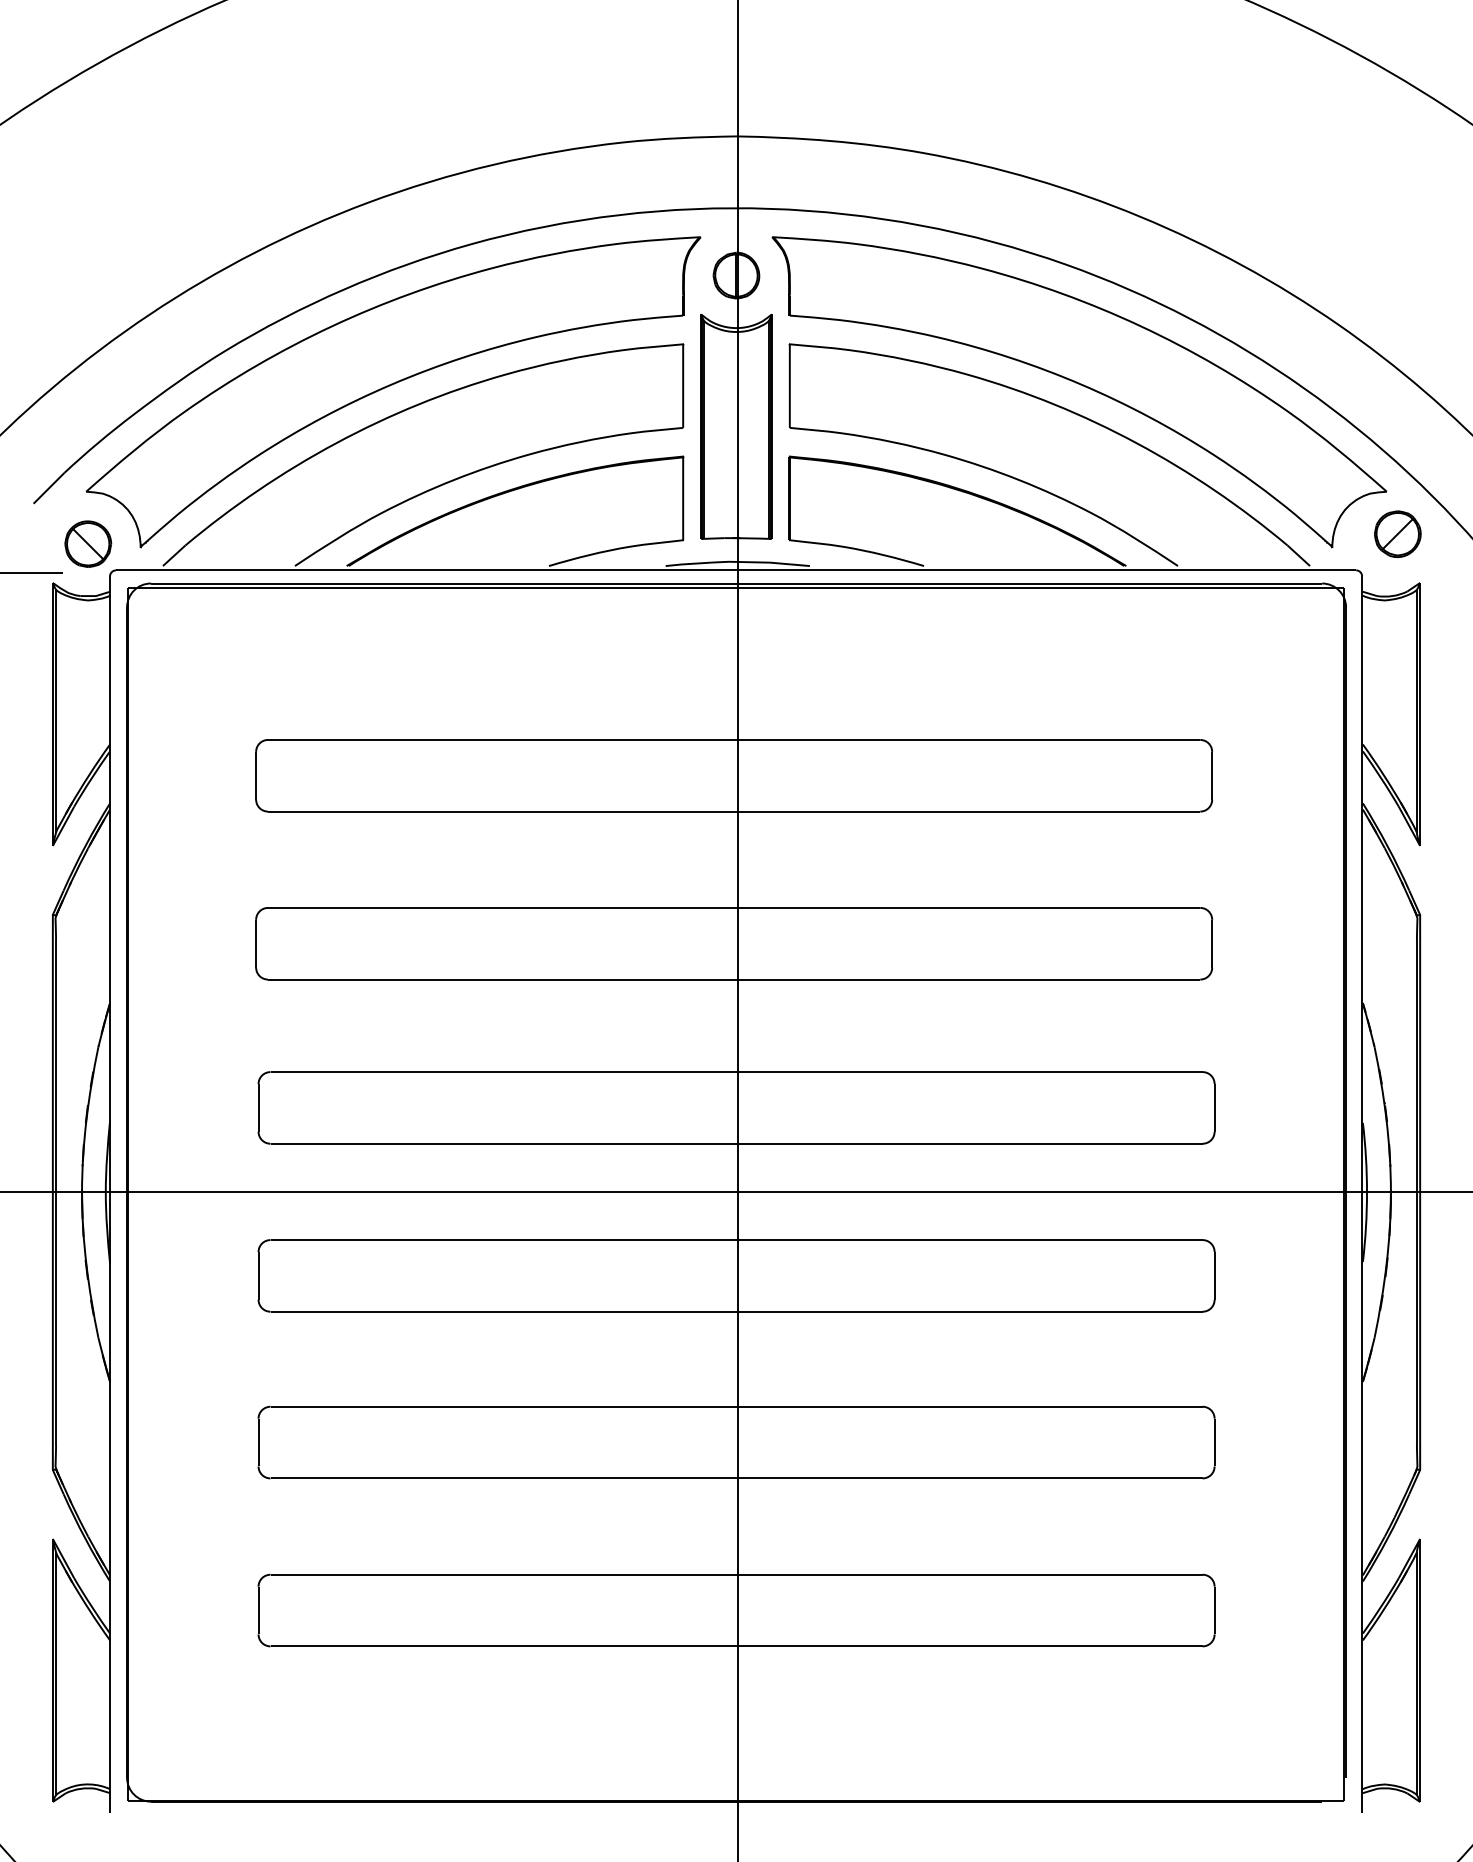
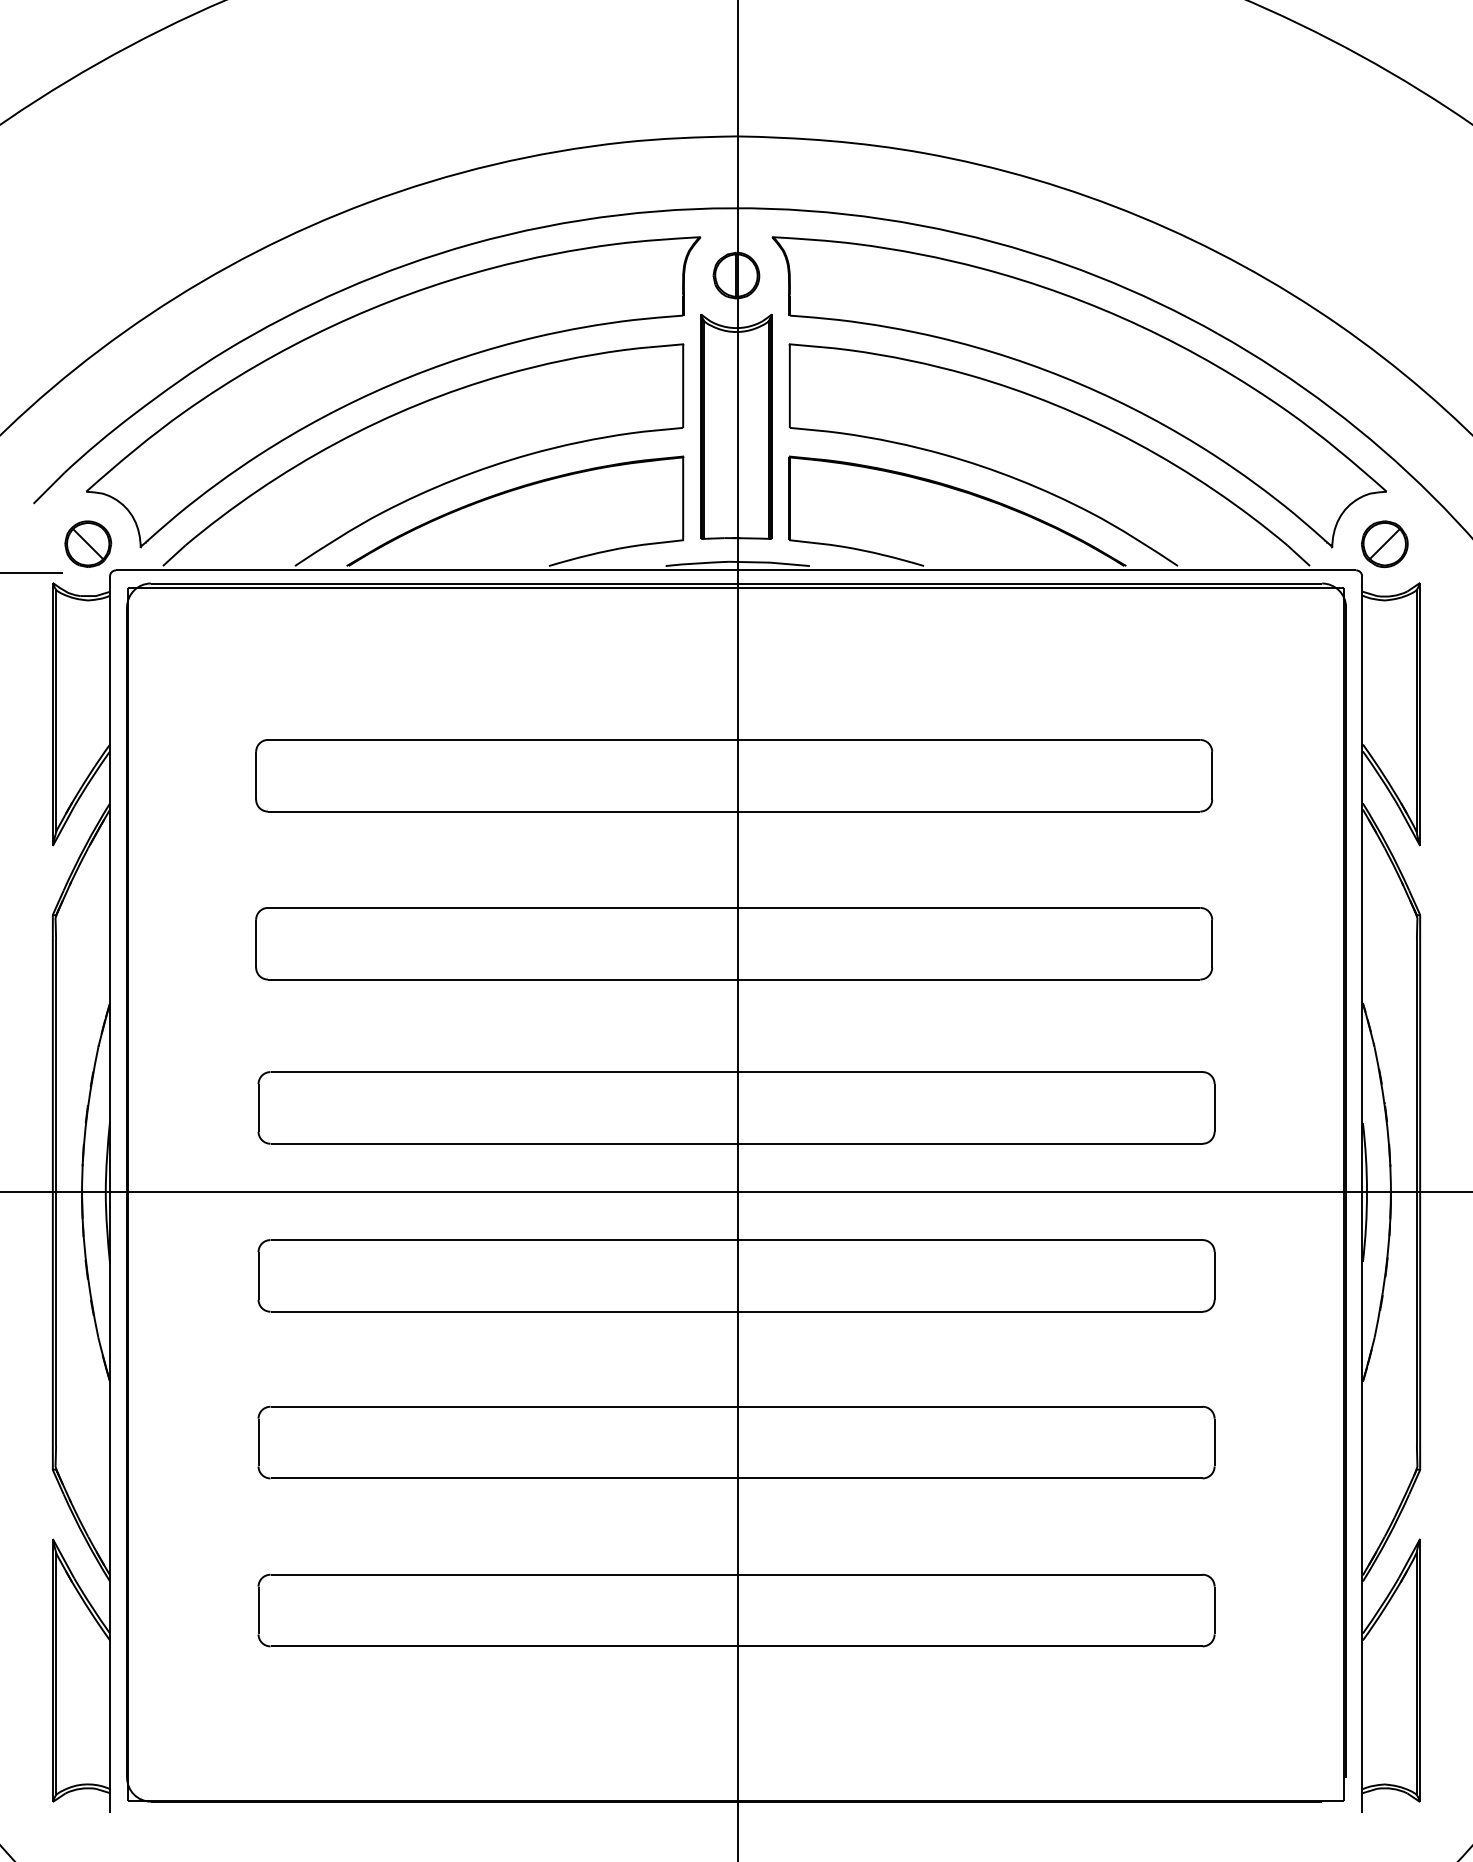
part at (1397, 534) position: (1397, 534) -> (1384, 544)
